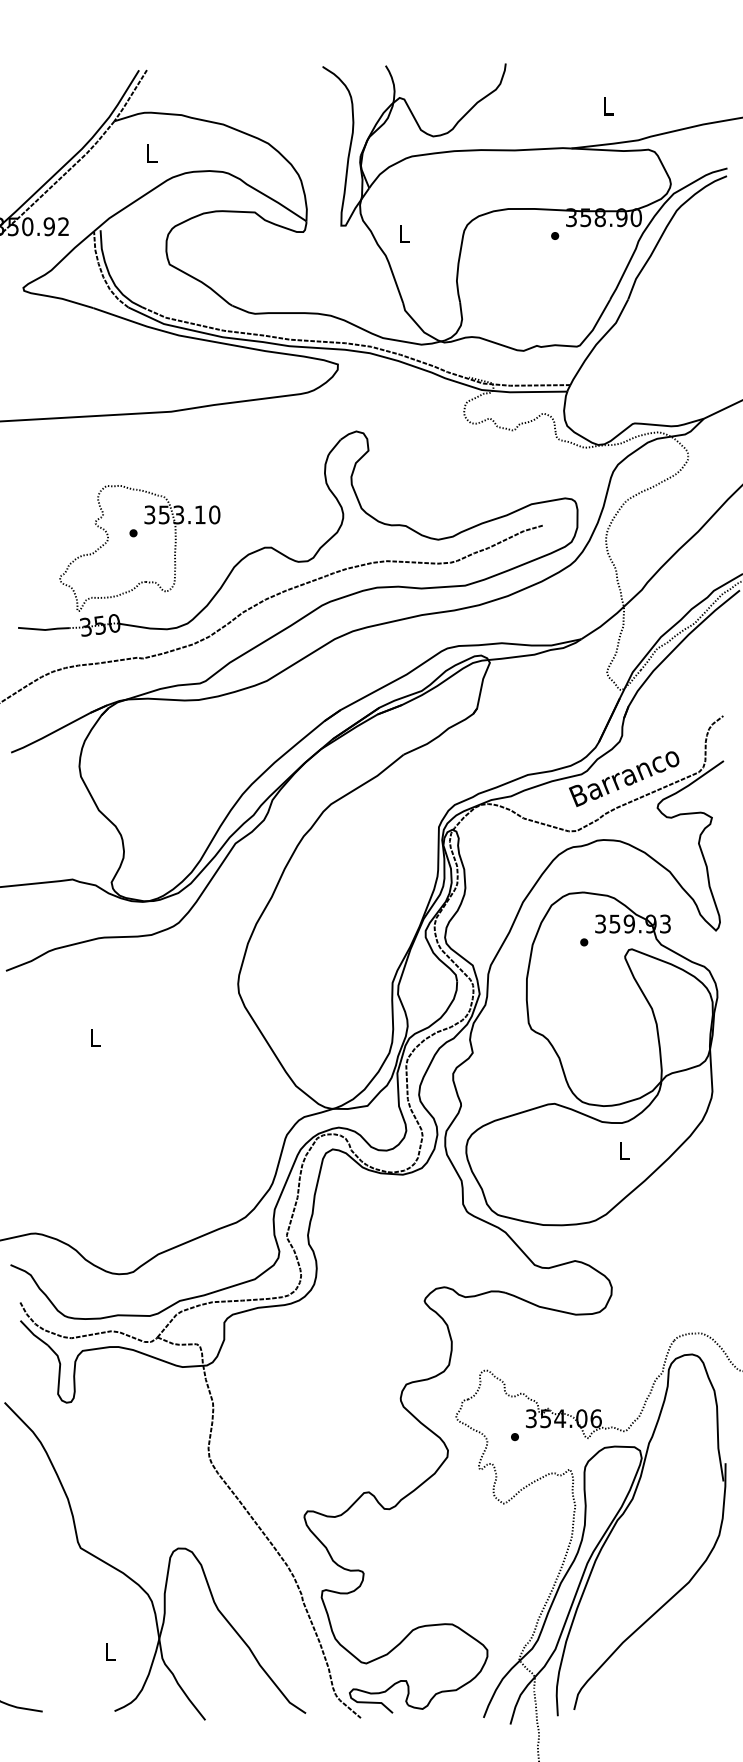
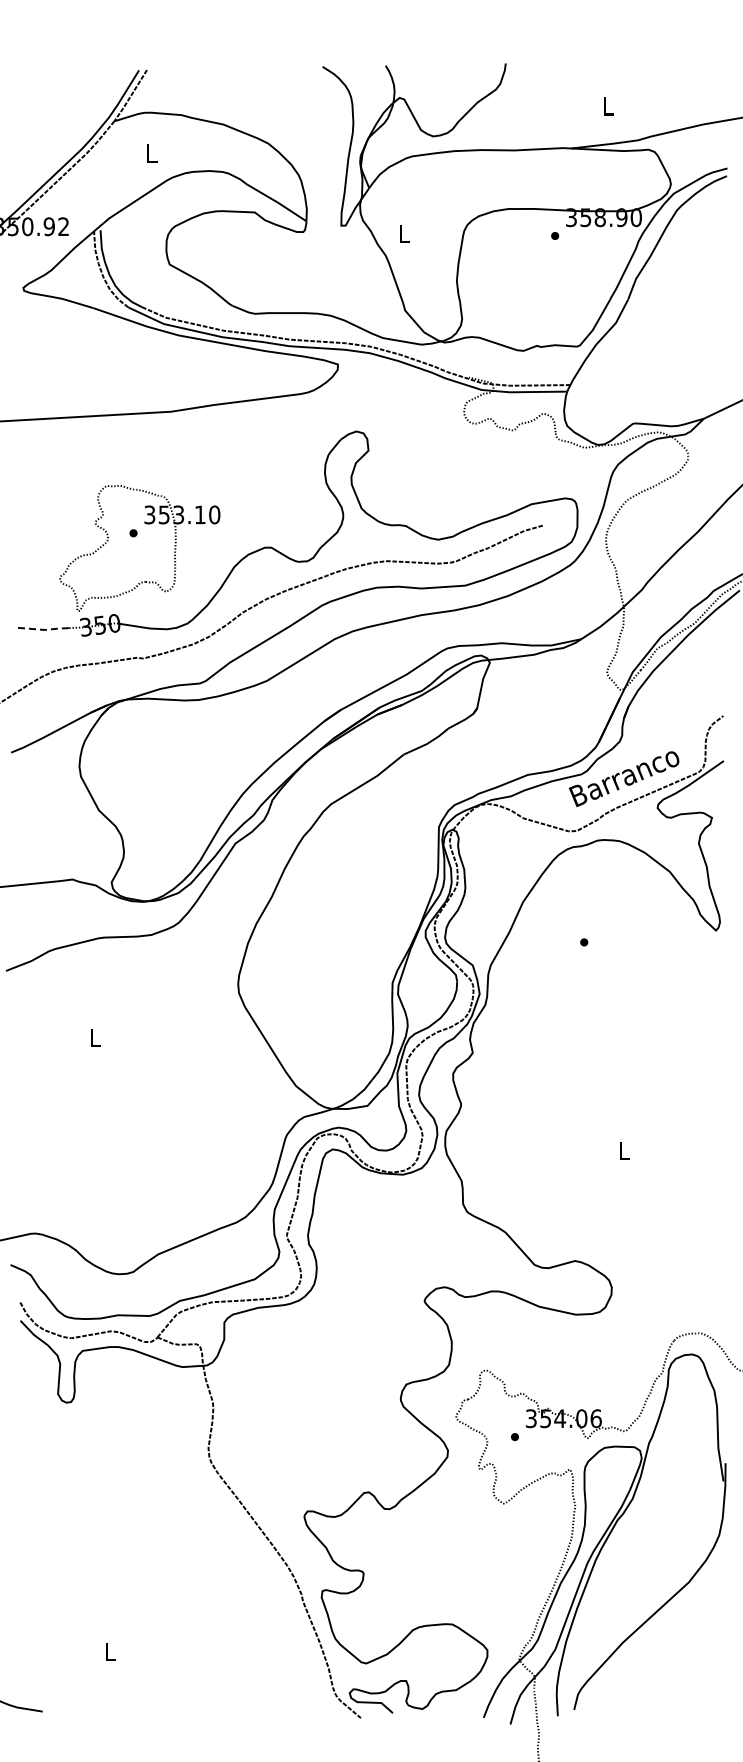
line at (45, 630): solid -> dashed
part at (591, 1058): present -> none
part at (168, 1561): present -> none
